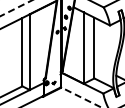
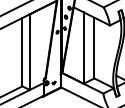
line at (17, 7): dashed -> solid
line at (81, 97): dashed -> solid
